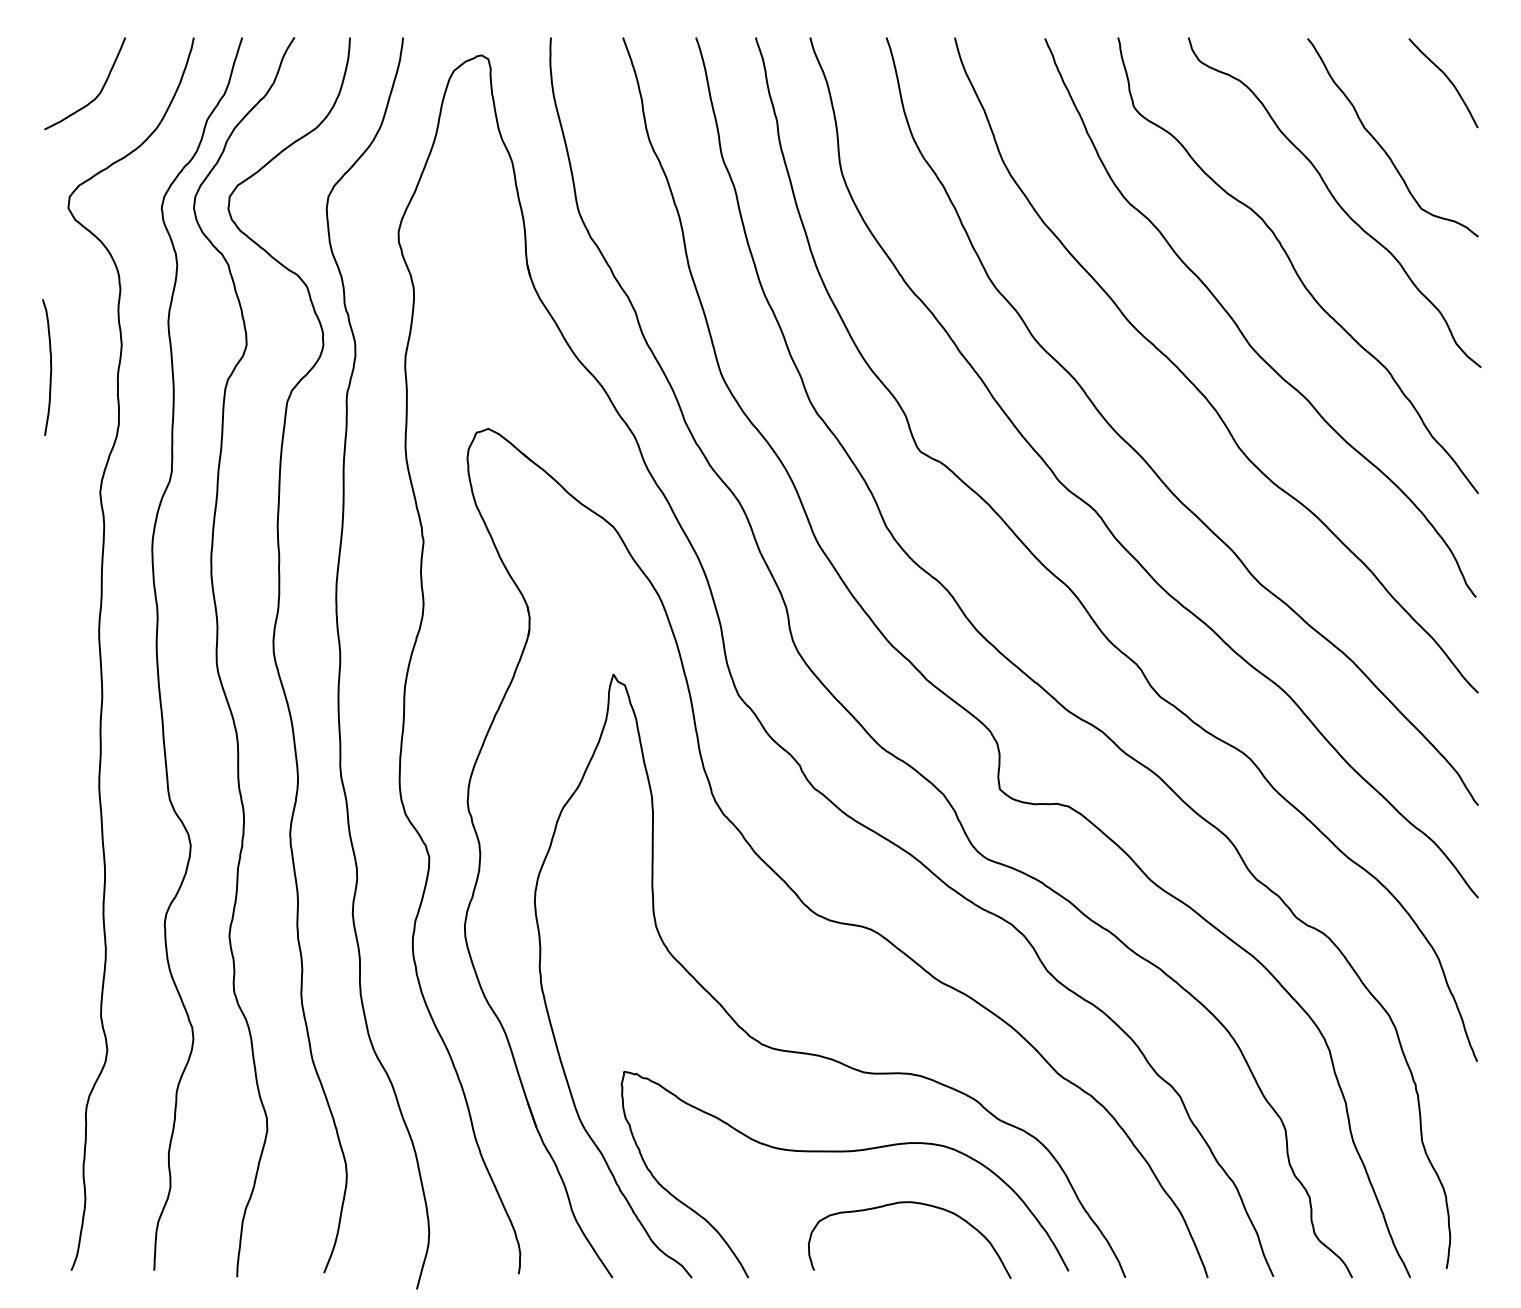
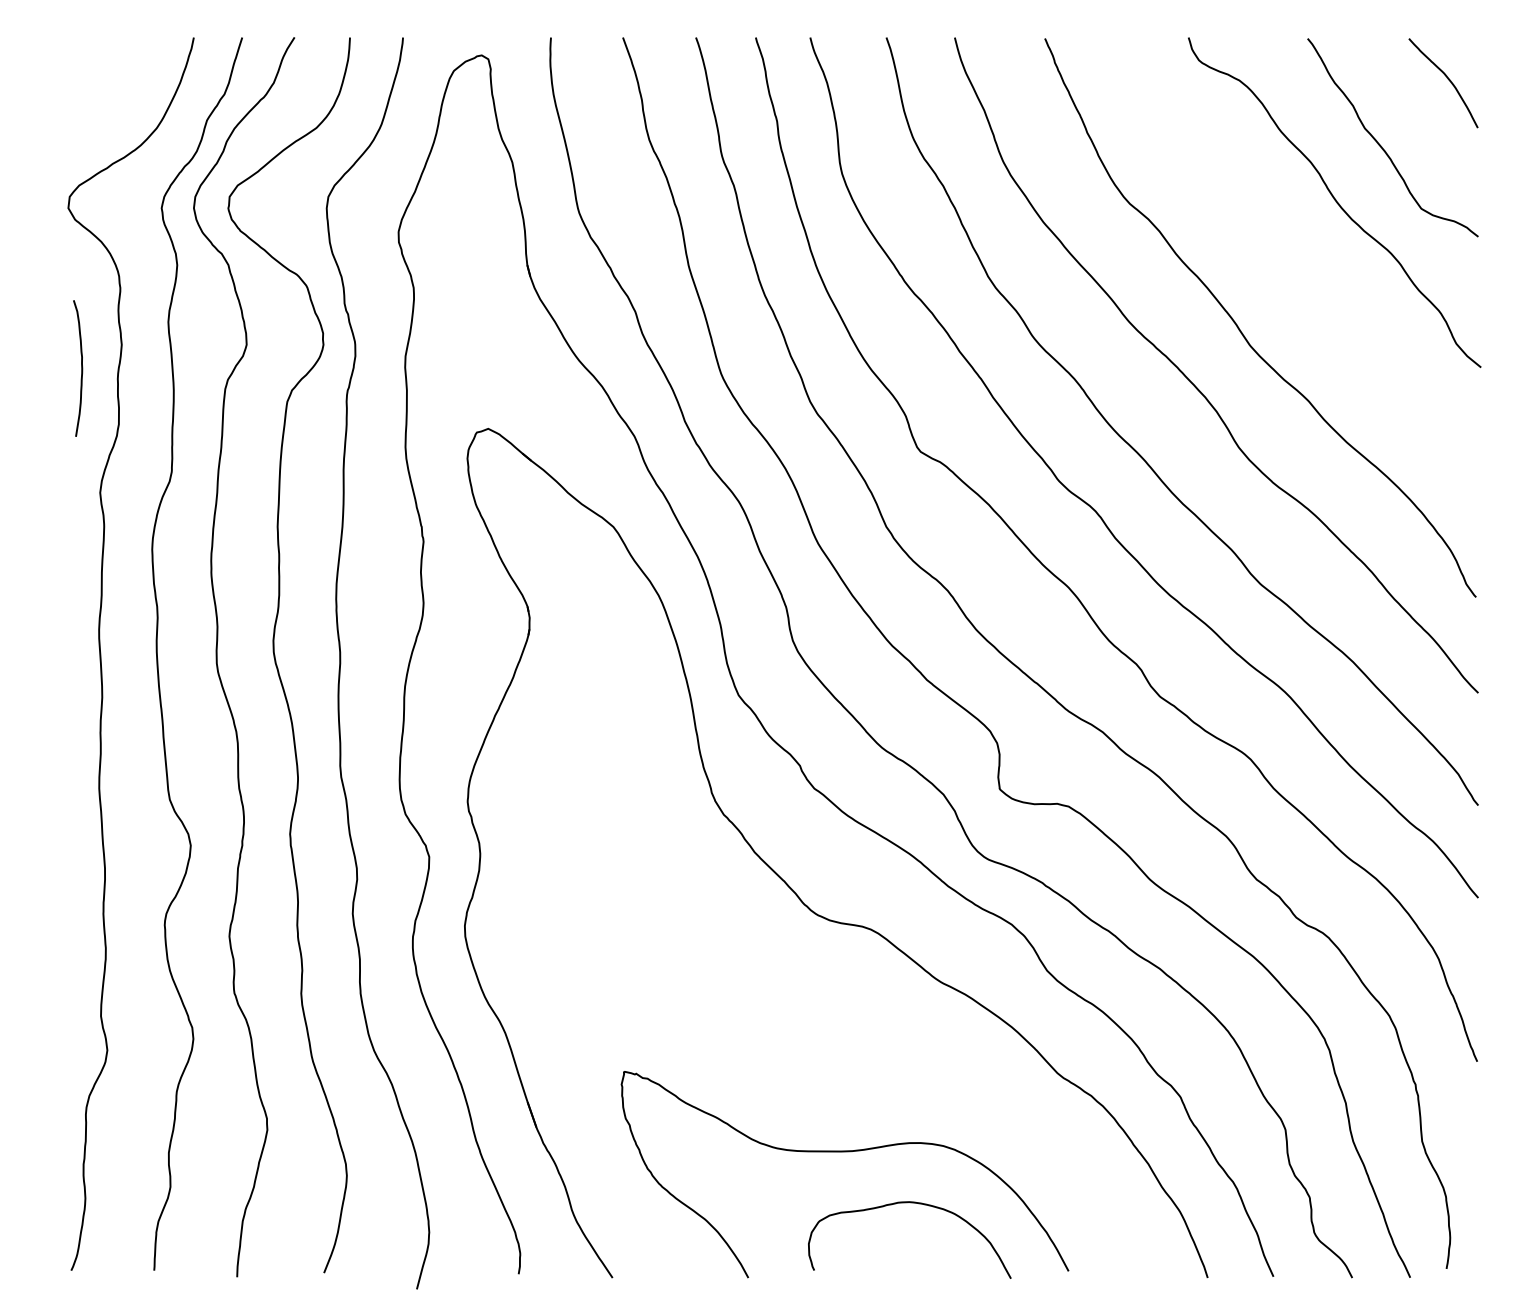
curve at (97, 94): present -> none
curve at (1294, 266): present -> none
curve at (50, 367) position: (50, 367) -> (81, 368)
curve at (813, 1053): present -> none
